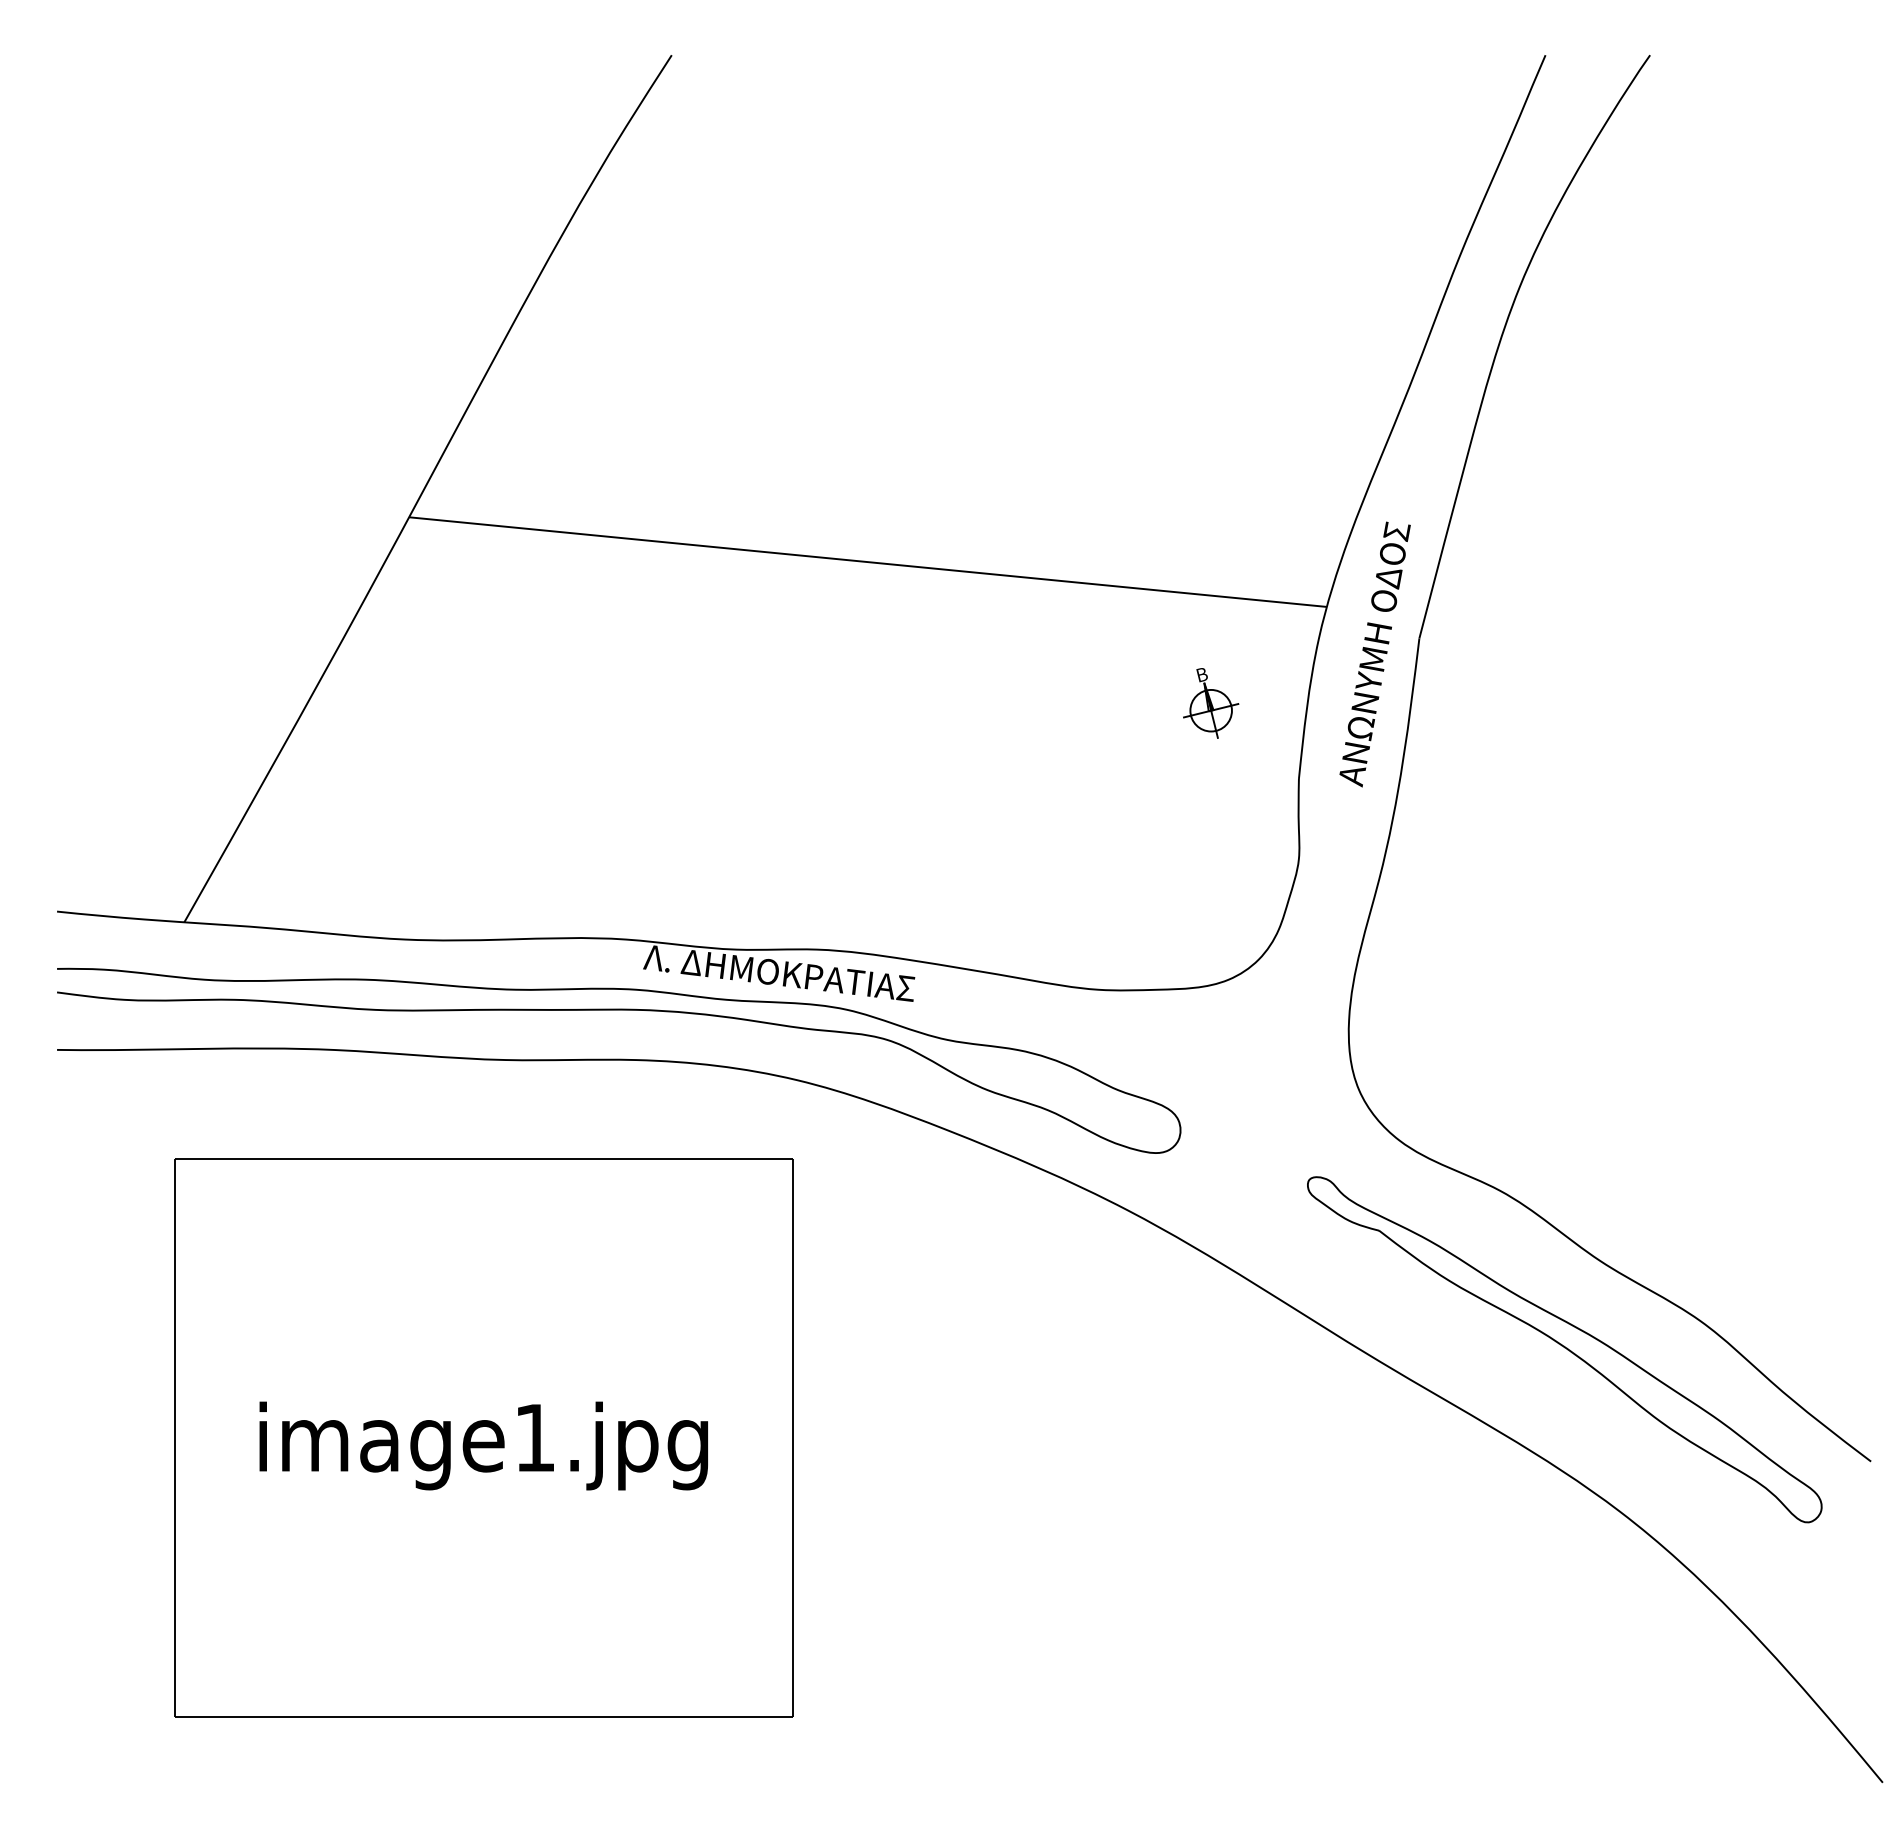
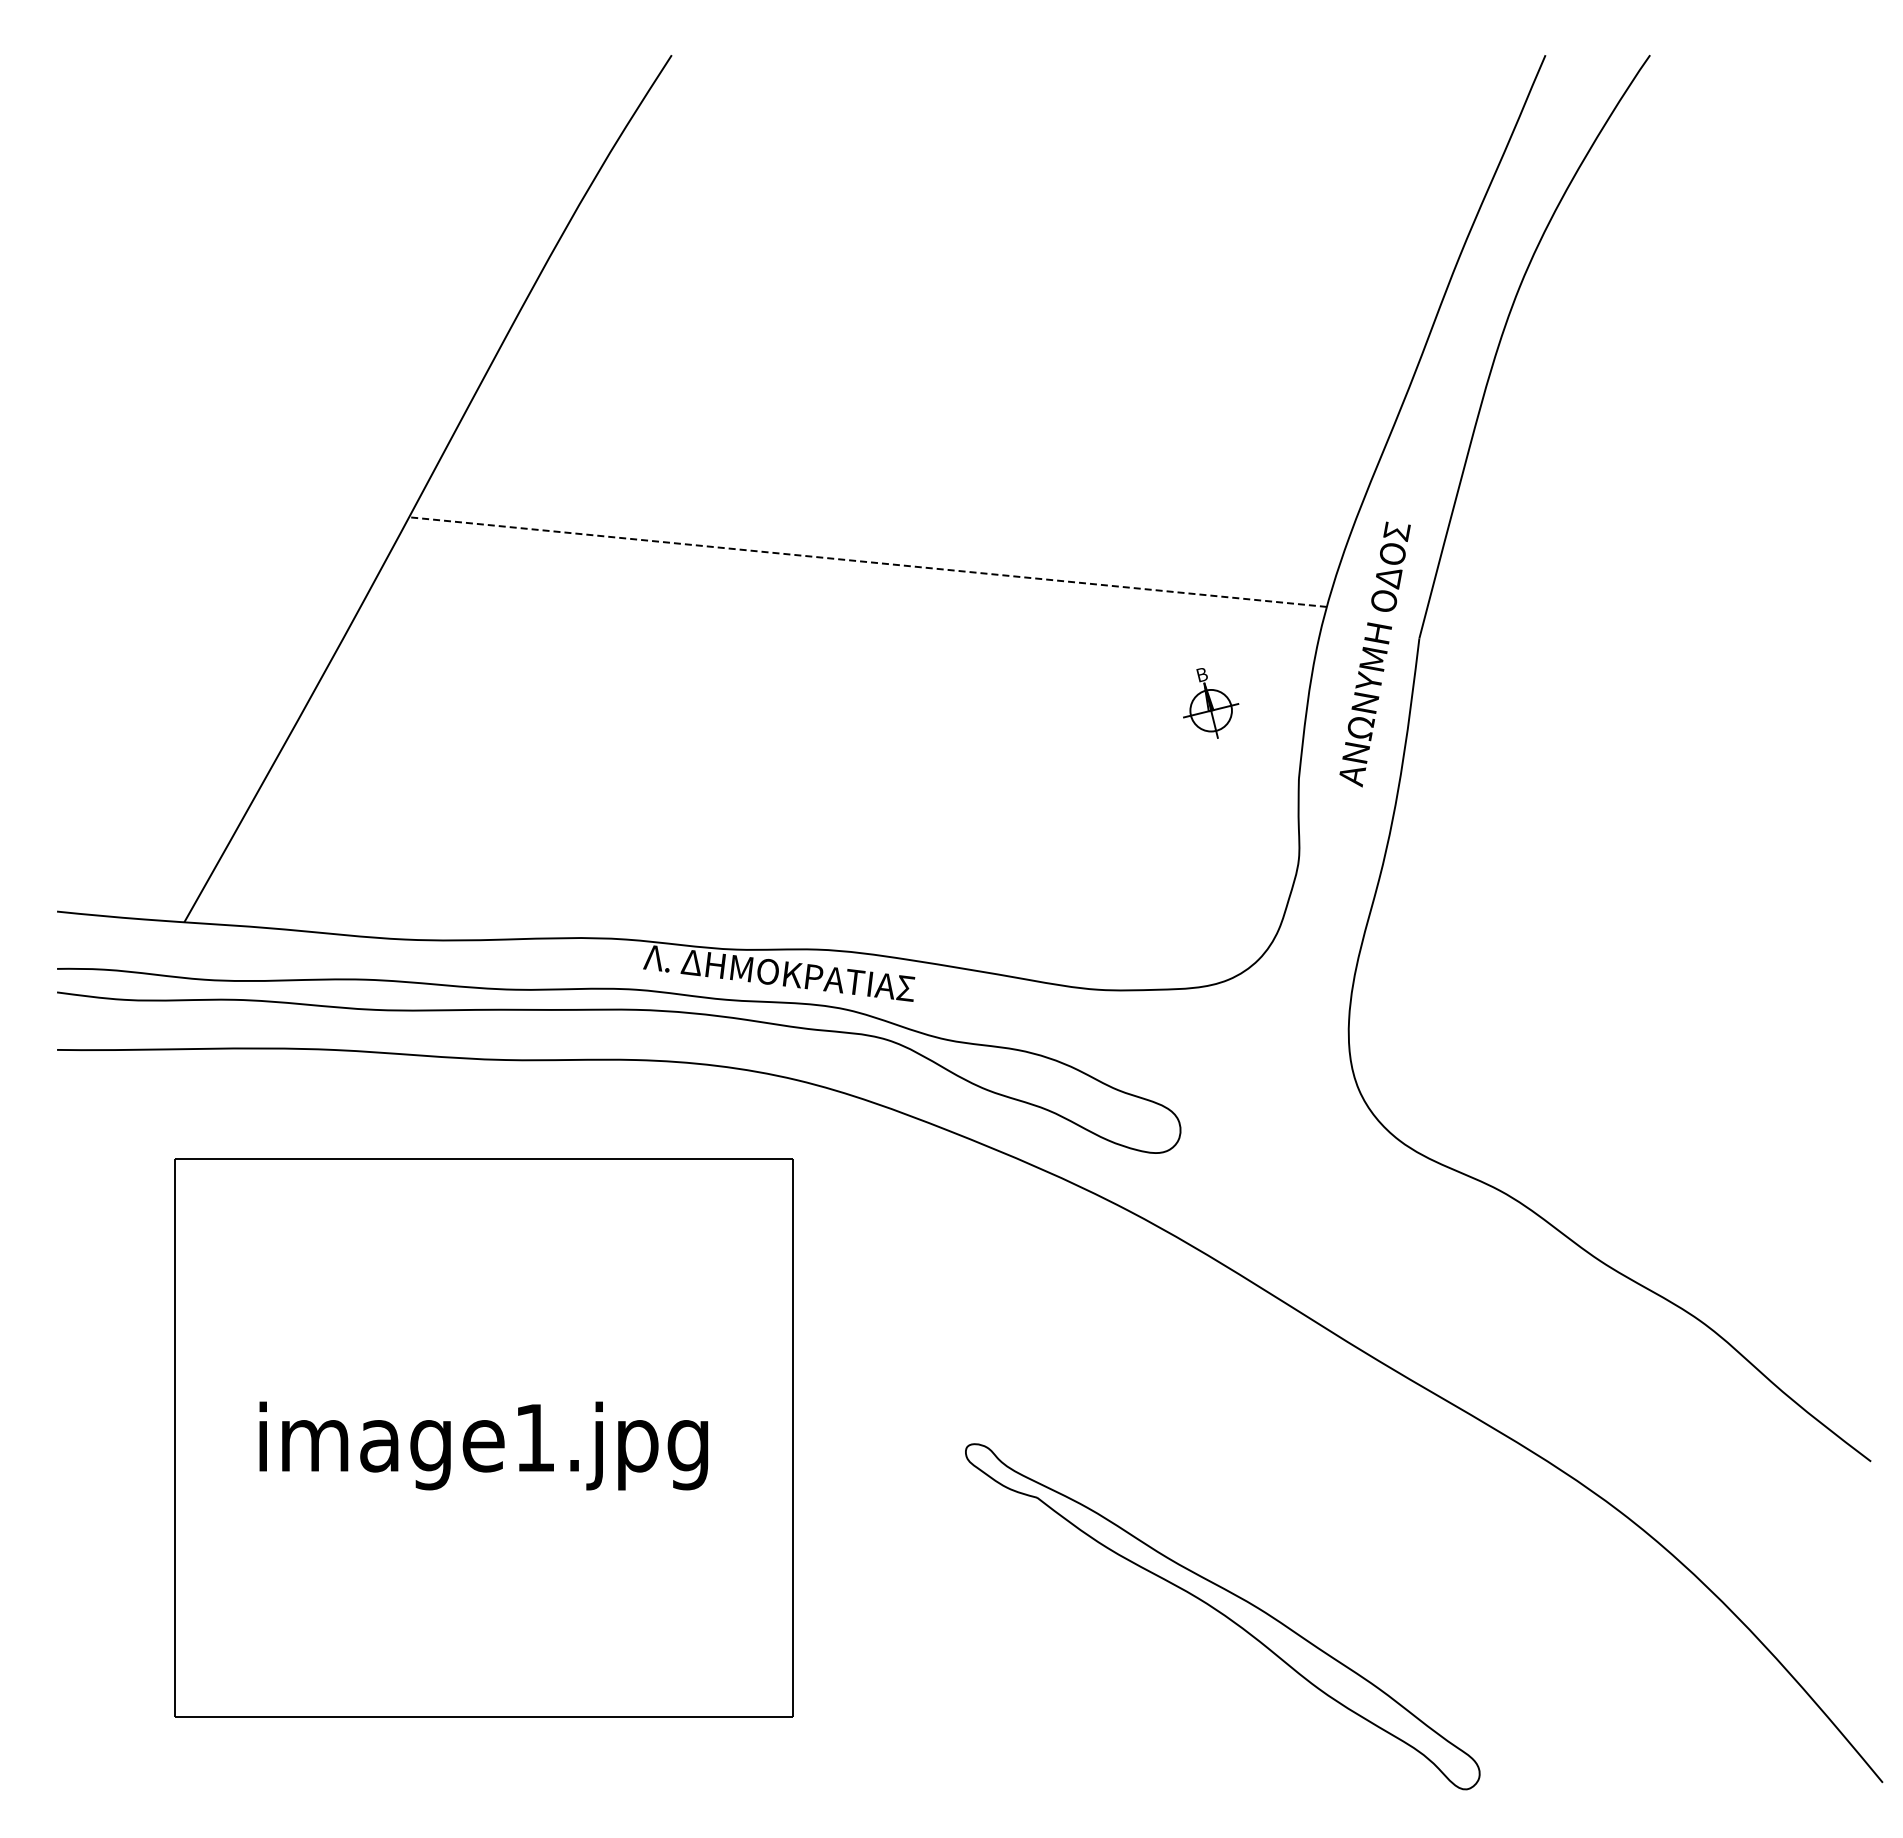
line at (867, 562): solid -> dashed
part at (1564, 1349) position: (1564, 1349) -> (1222, 1616)
